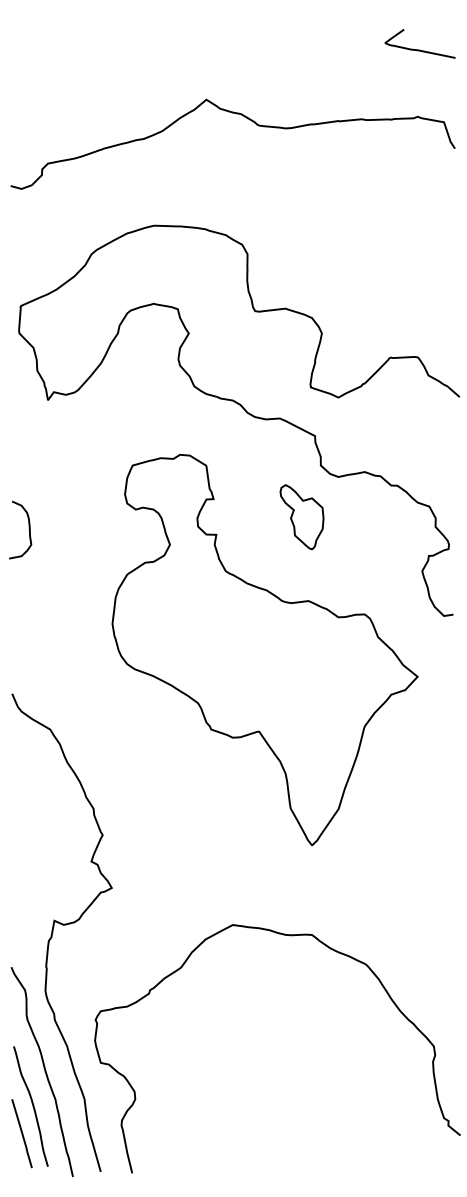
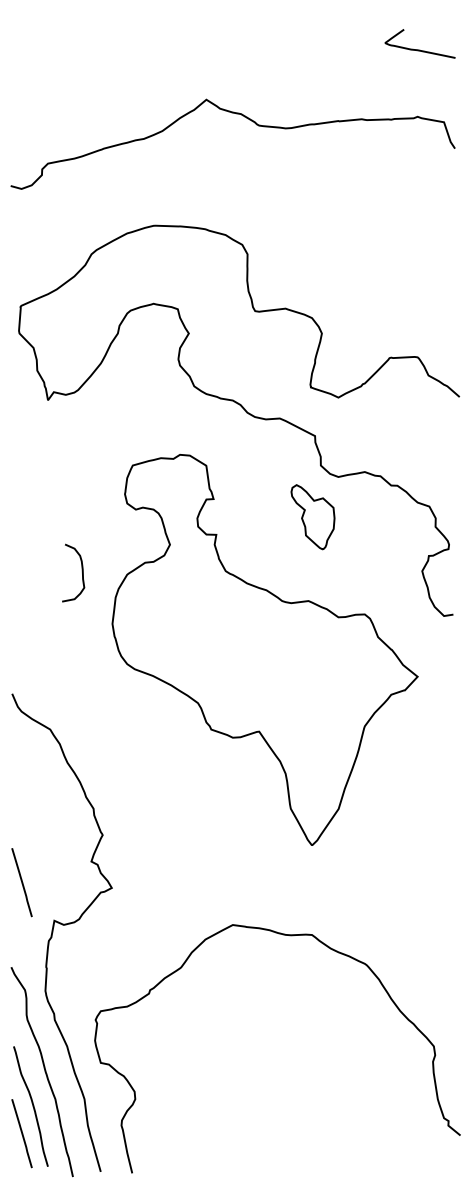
part at (301, 517) position: (301, 517) -> (312, 517)
curve at (28, 528) position: (28, 528) -> (81, 571)
line at (21, 882): none -> present
